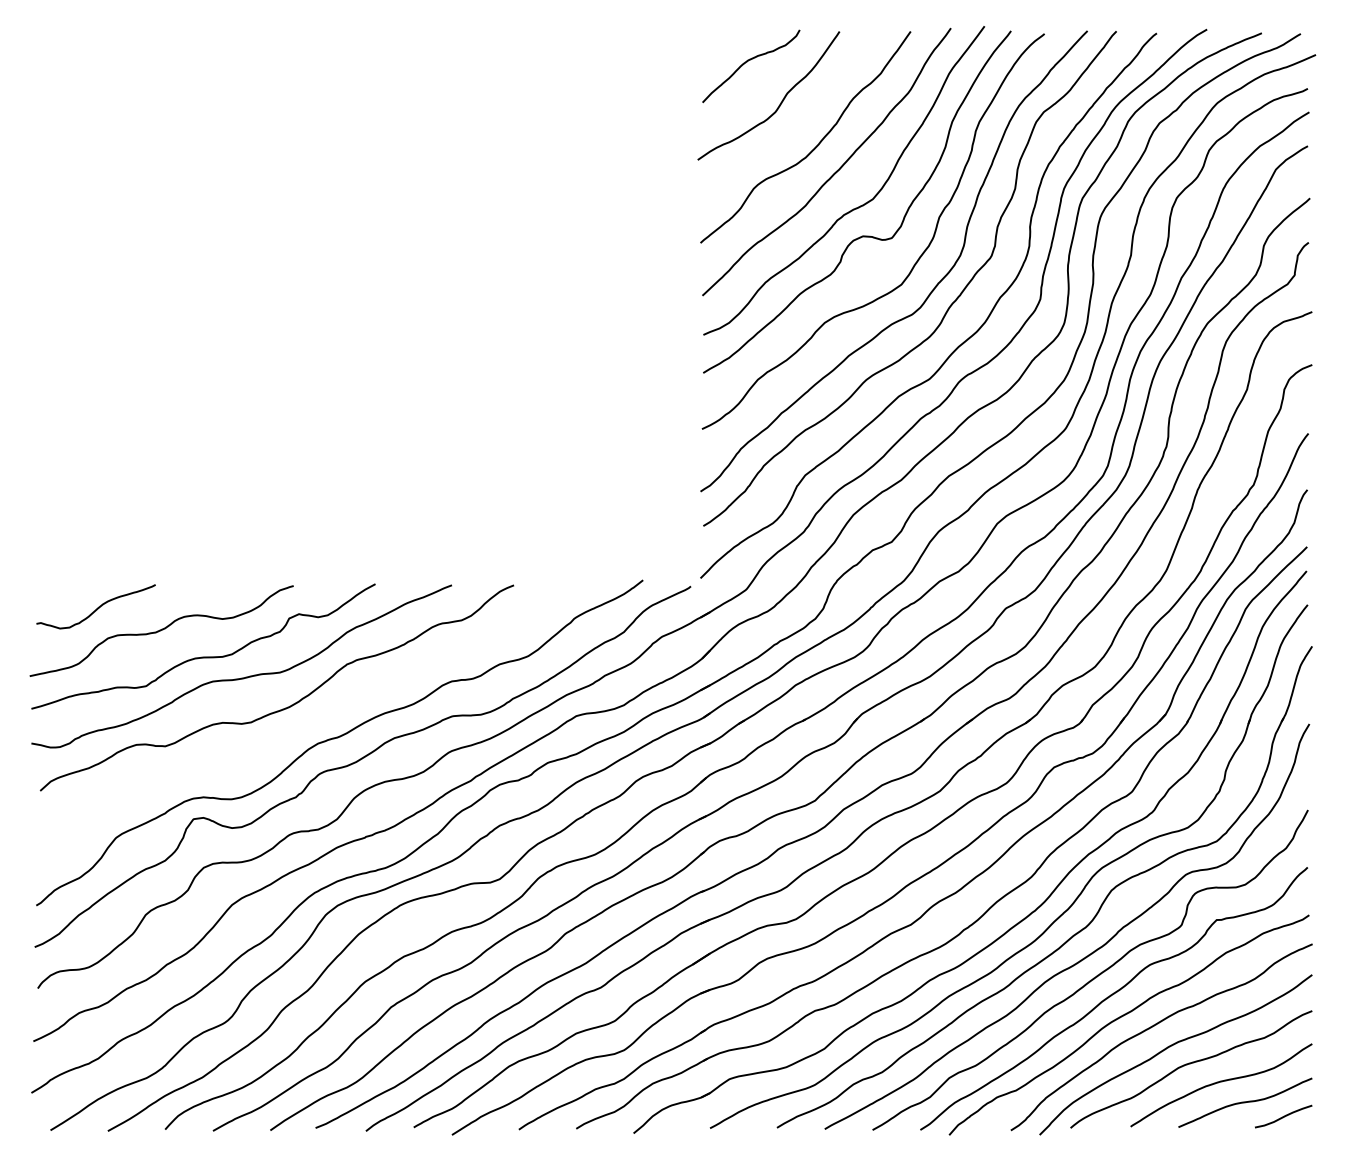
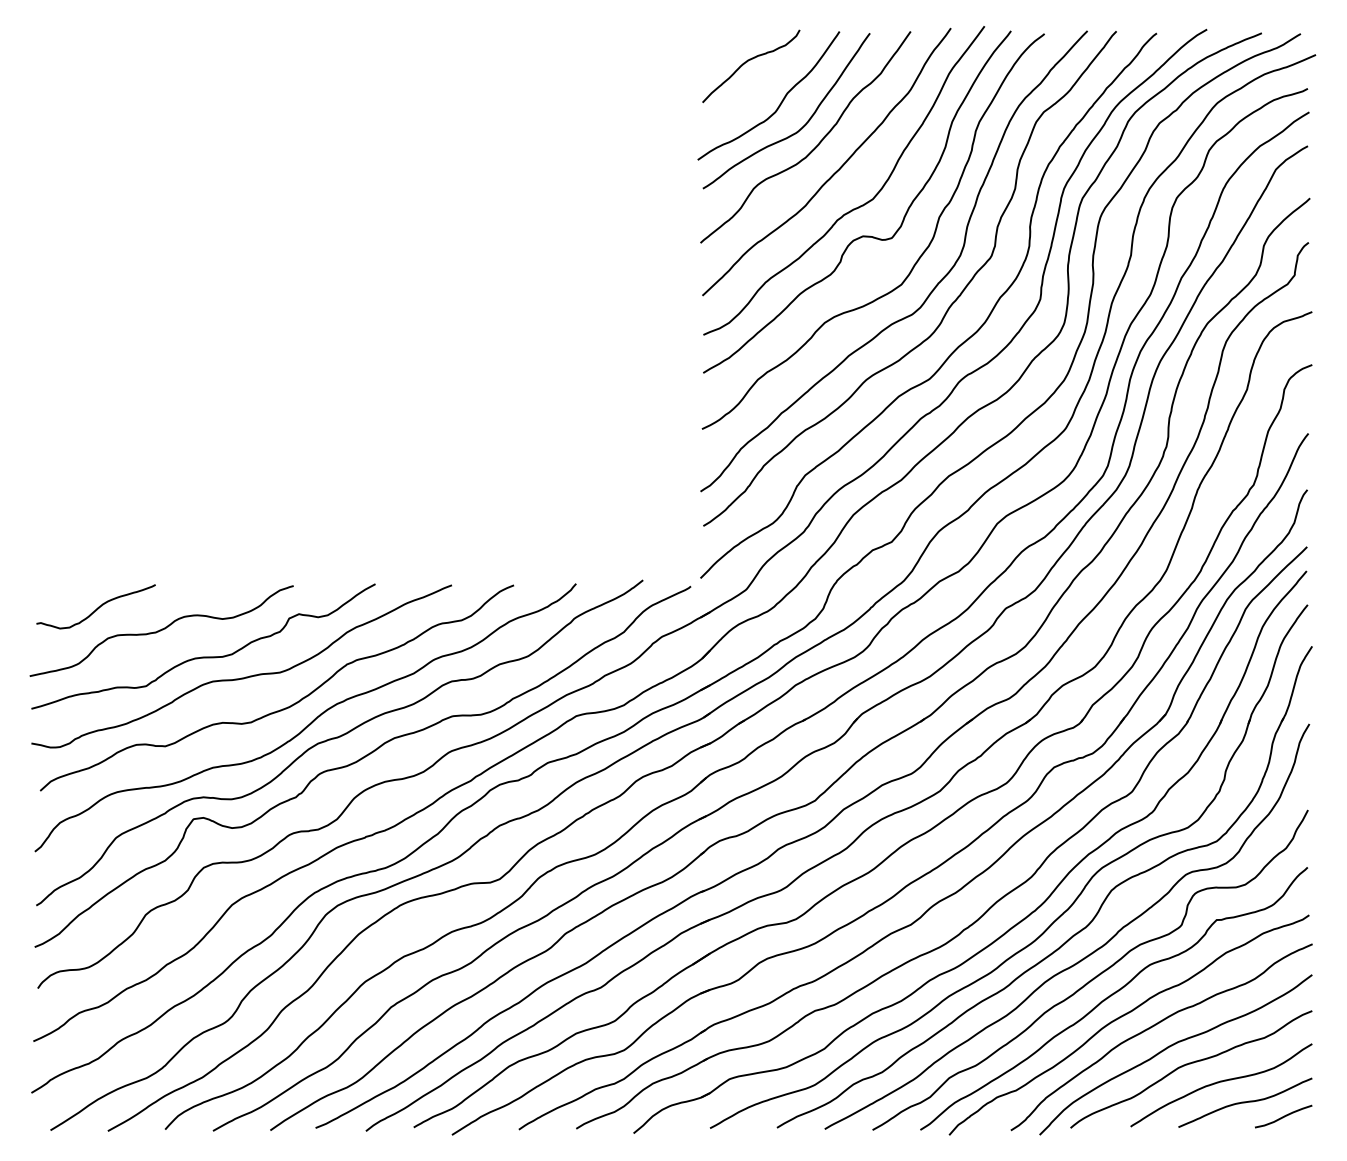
curve at (802, 126): none -> present
curve at (310, 722): none -> present
